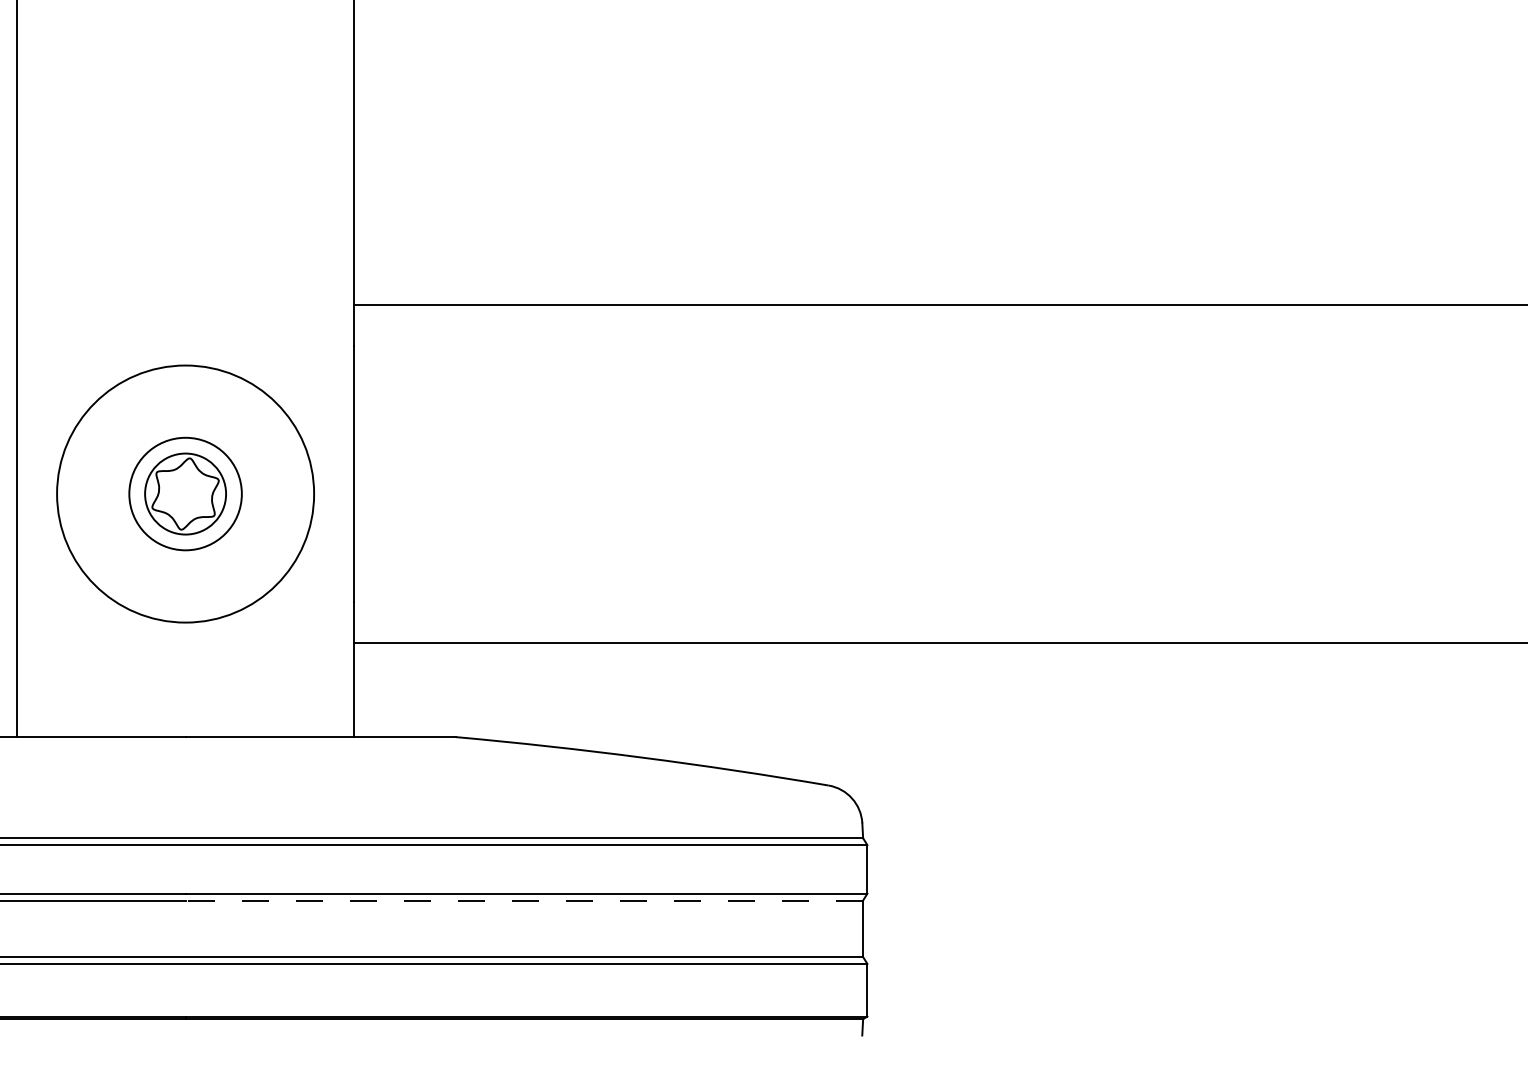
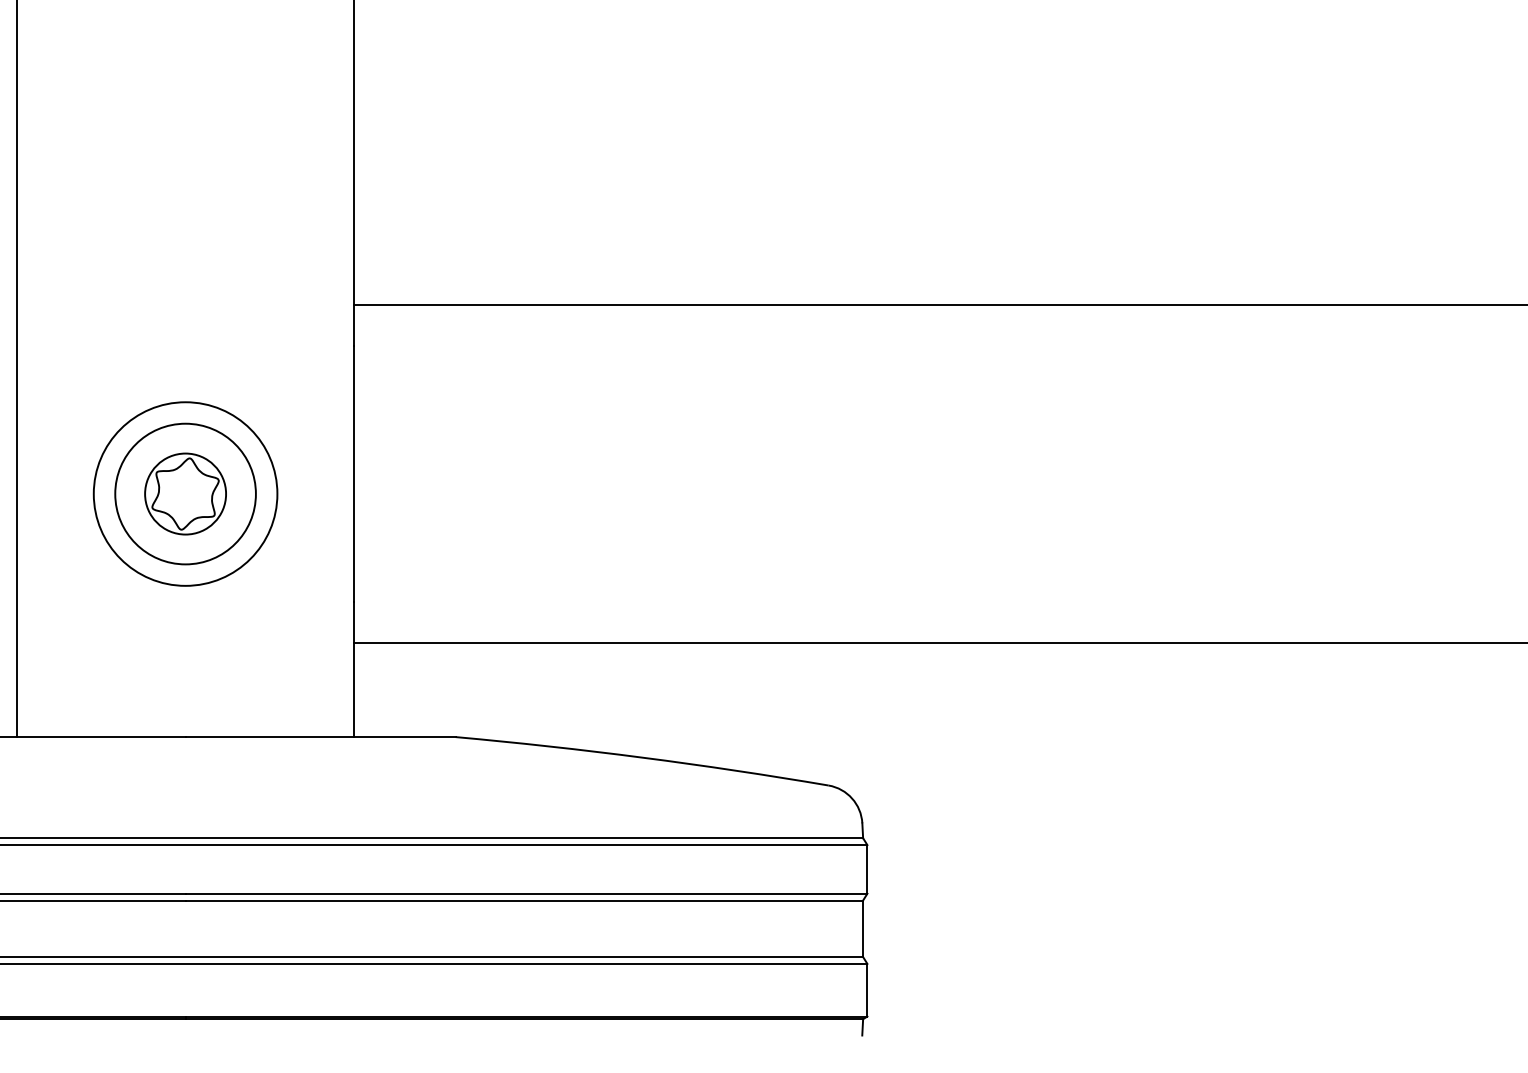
circle at (185, 493) diameter: 113 px -> 141 px
circle at (185, 493) diameter: 257 px -> 184 px
line at (524, 900): dashed -> solid
